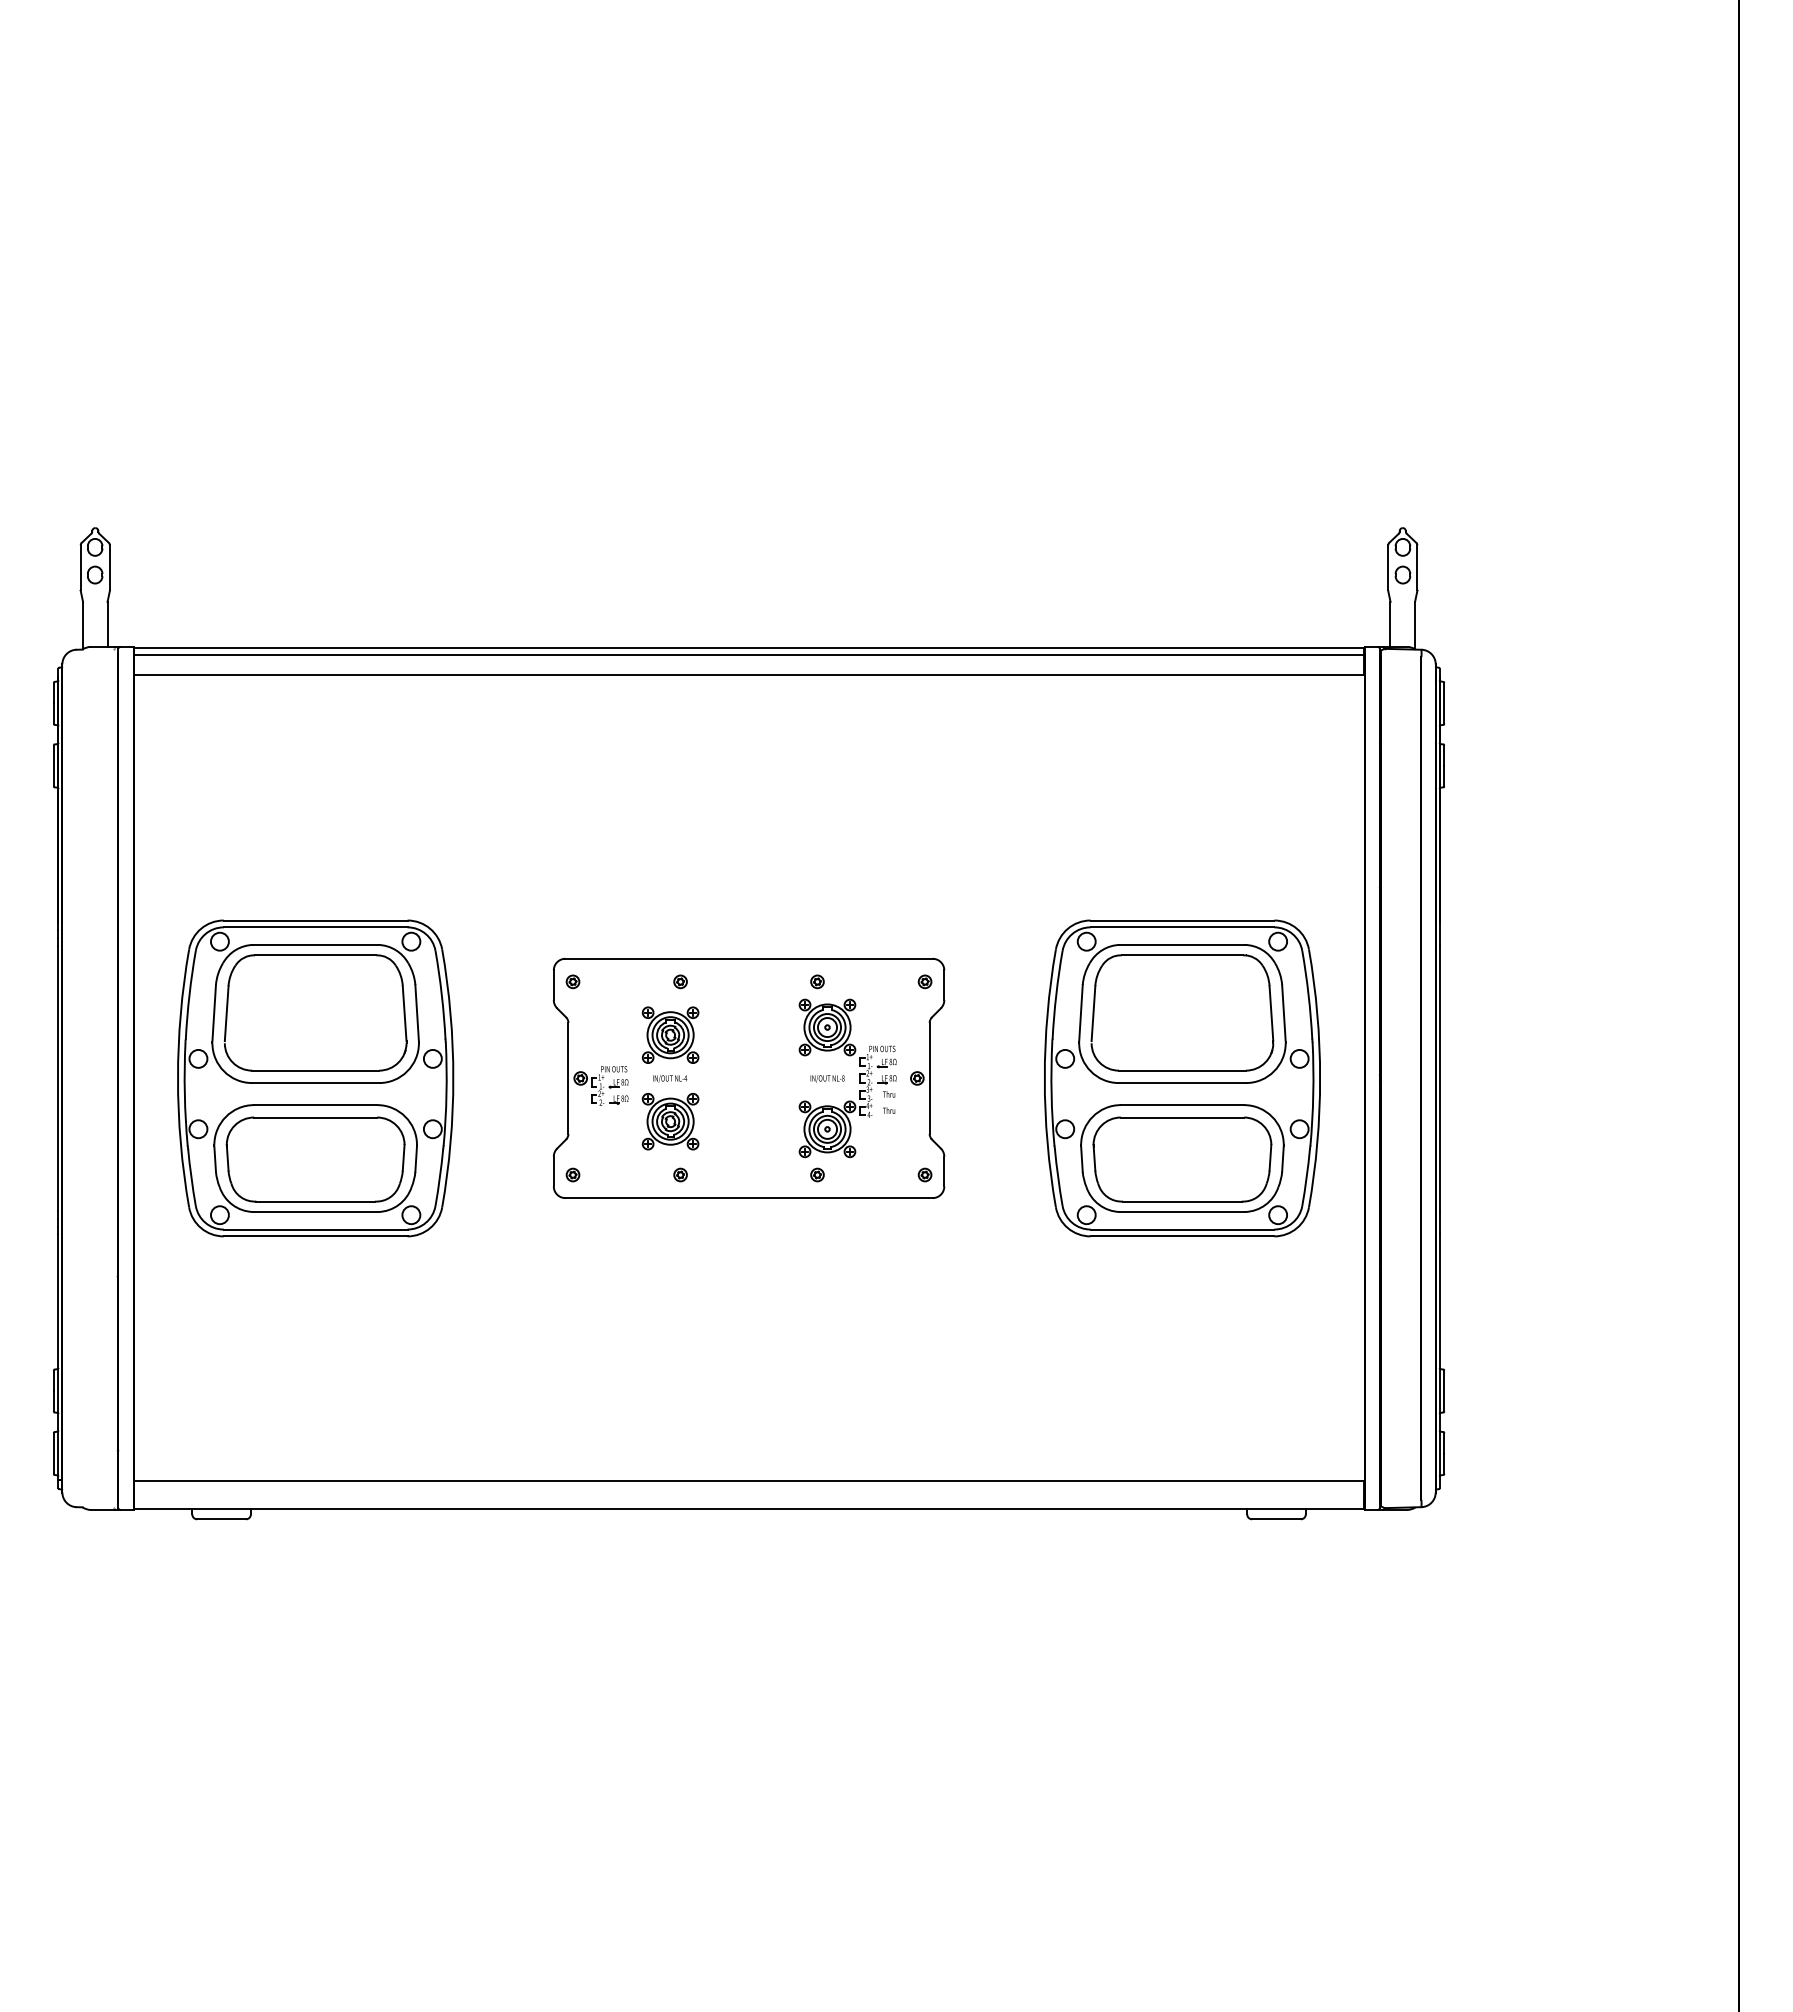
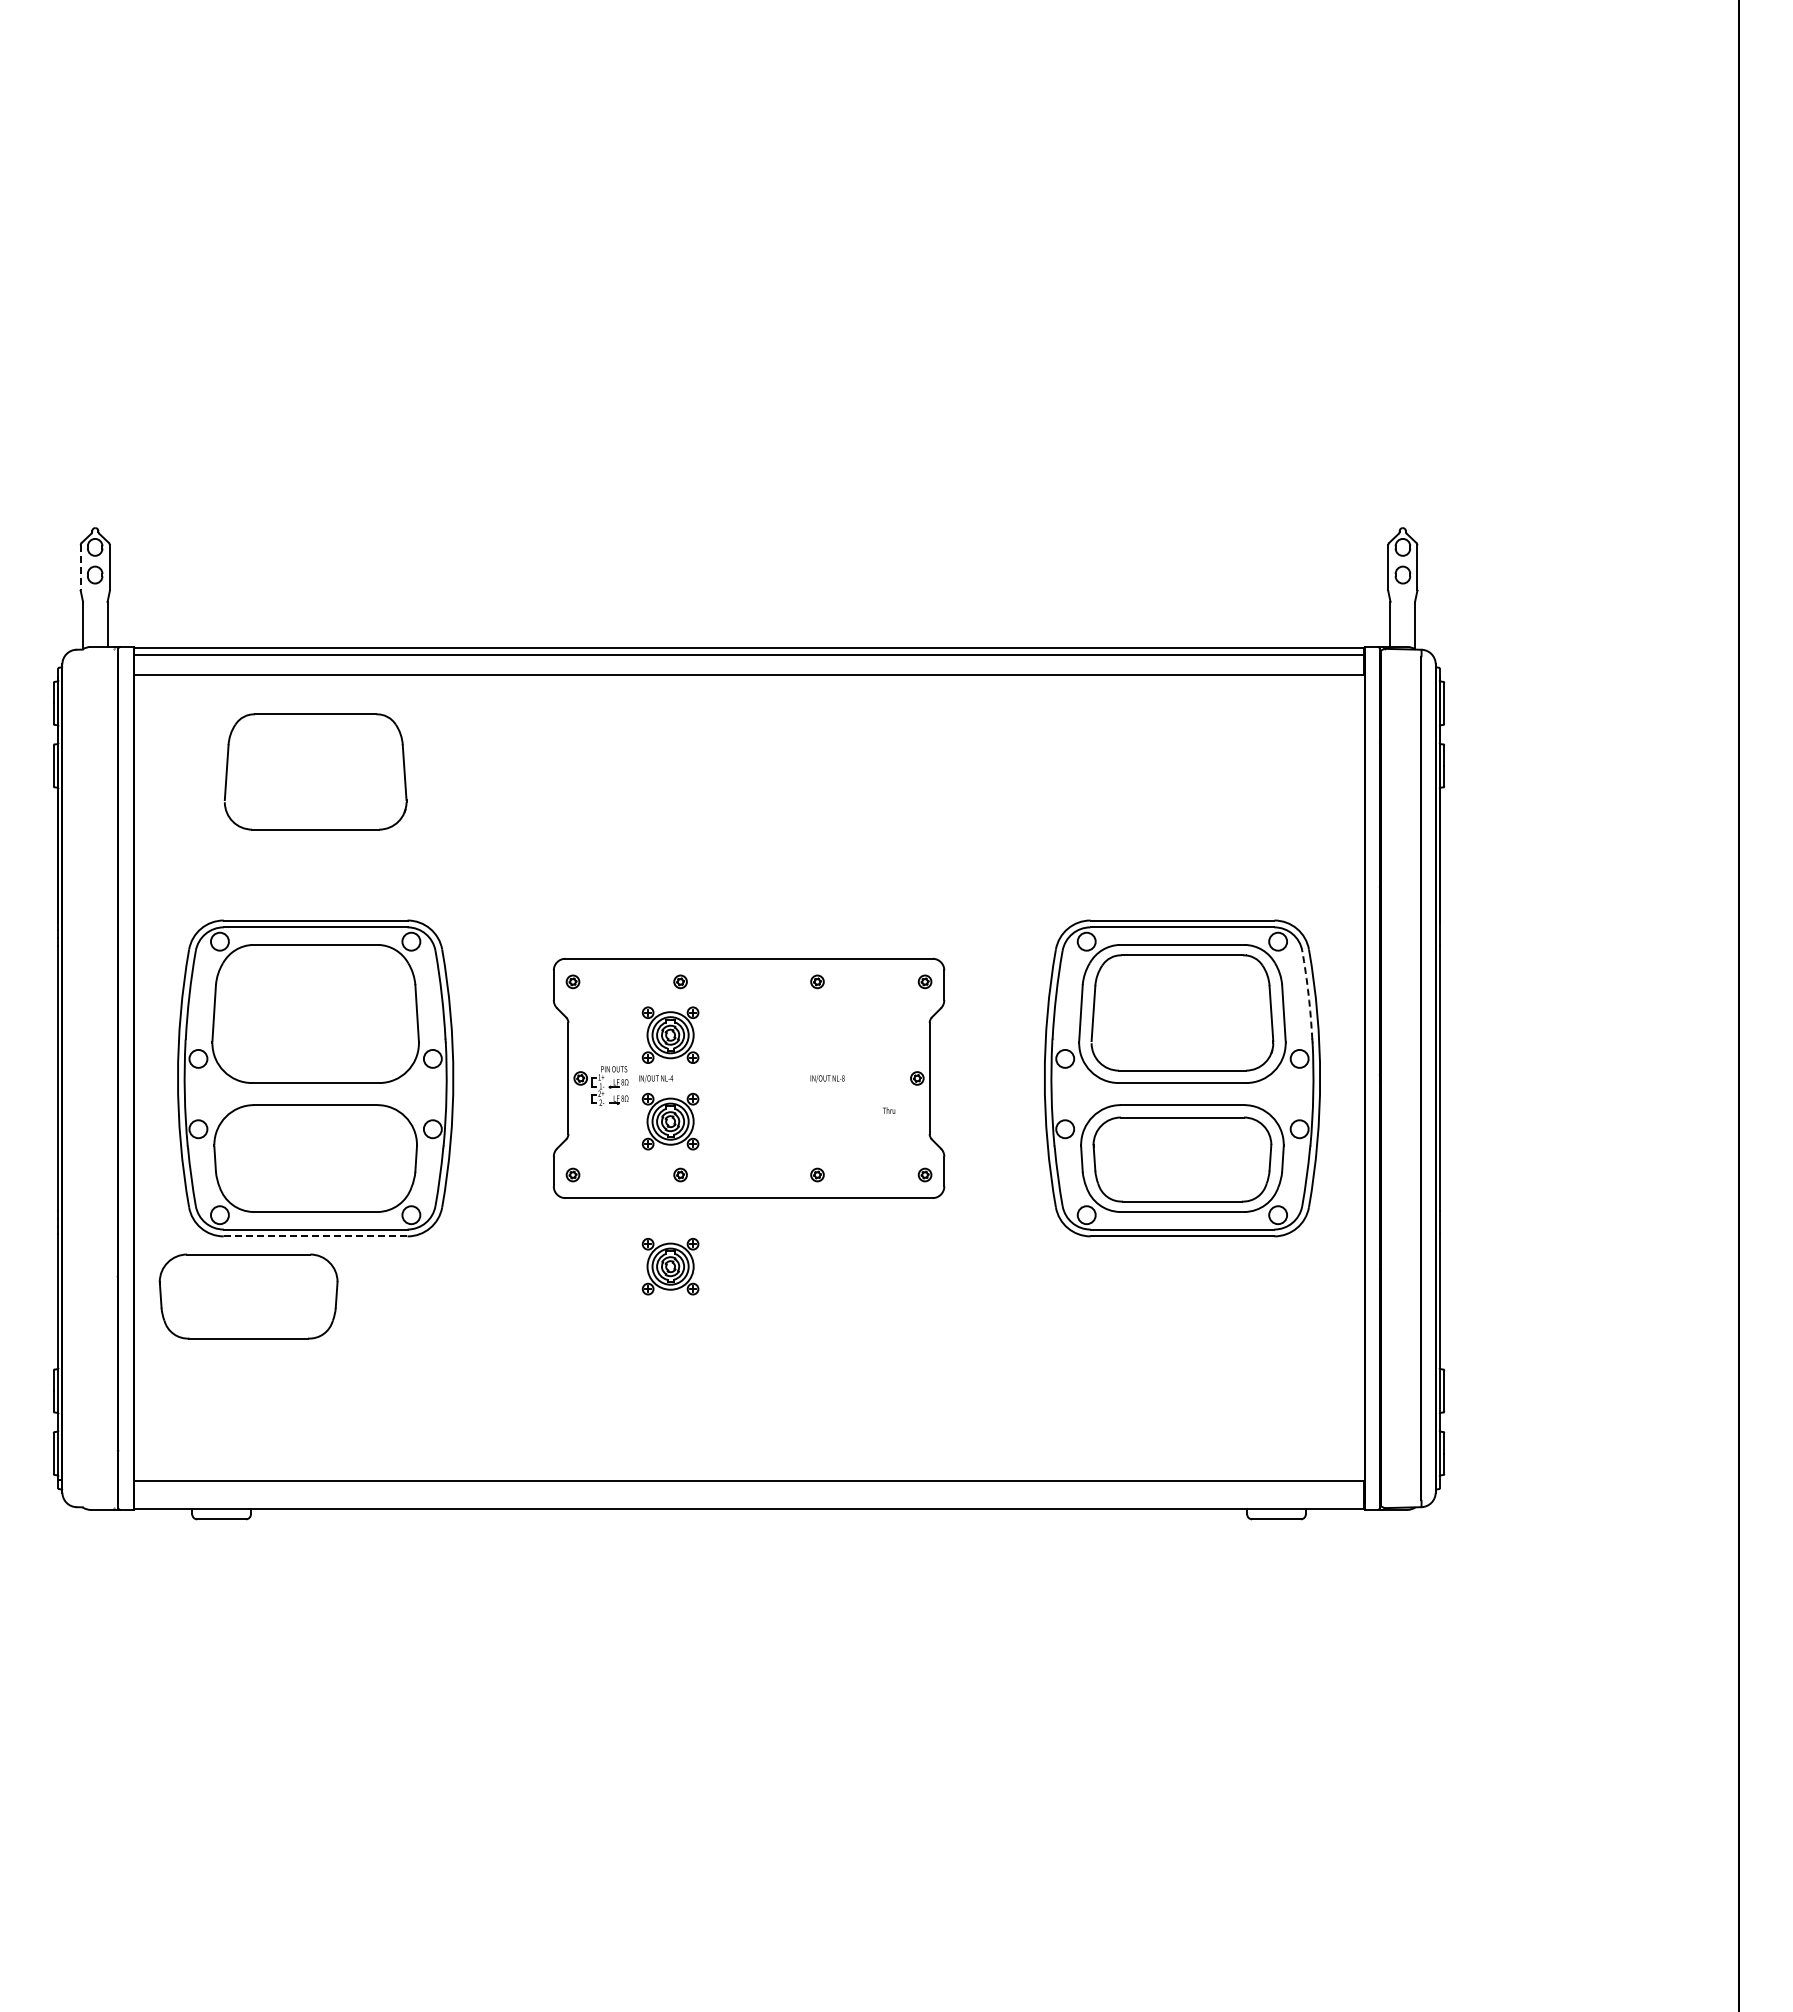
line at (80, 568): solid -> dashed
part at (315, 955) position: (315, 955) -> (315, 714)
arc at (1308, 995): solid -> dashed
text at (670, 1078) position: (670, 1078) -> (656, 1078)
part at (859, 1078): present -> none
part at (315, 1159) position: (315, 1159) -> (248, 1296)
line at (315, 1236): solid -> dashed
part at (670, 1266): none -> present
